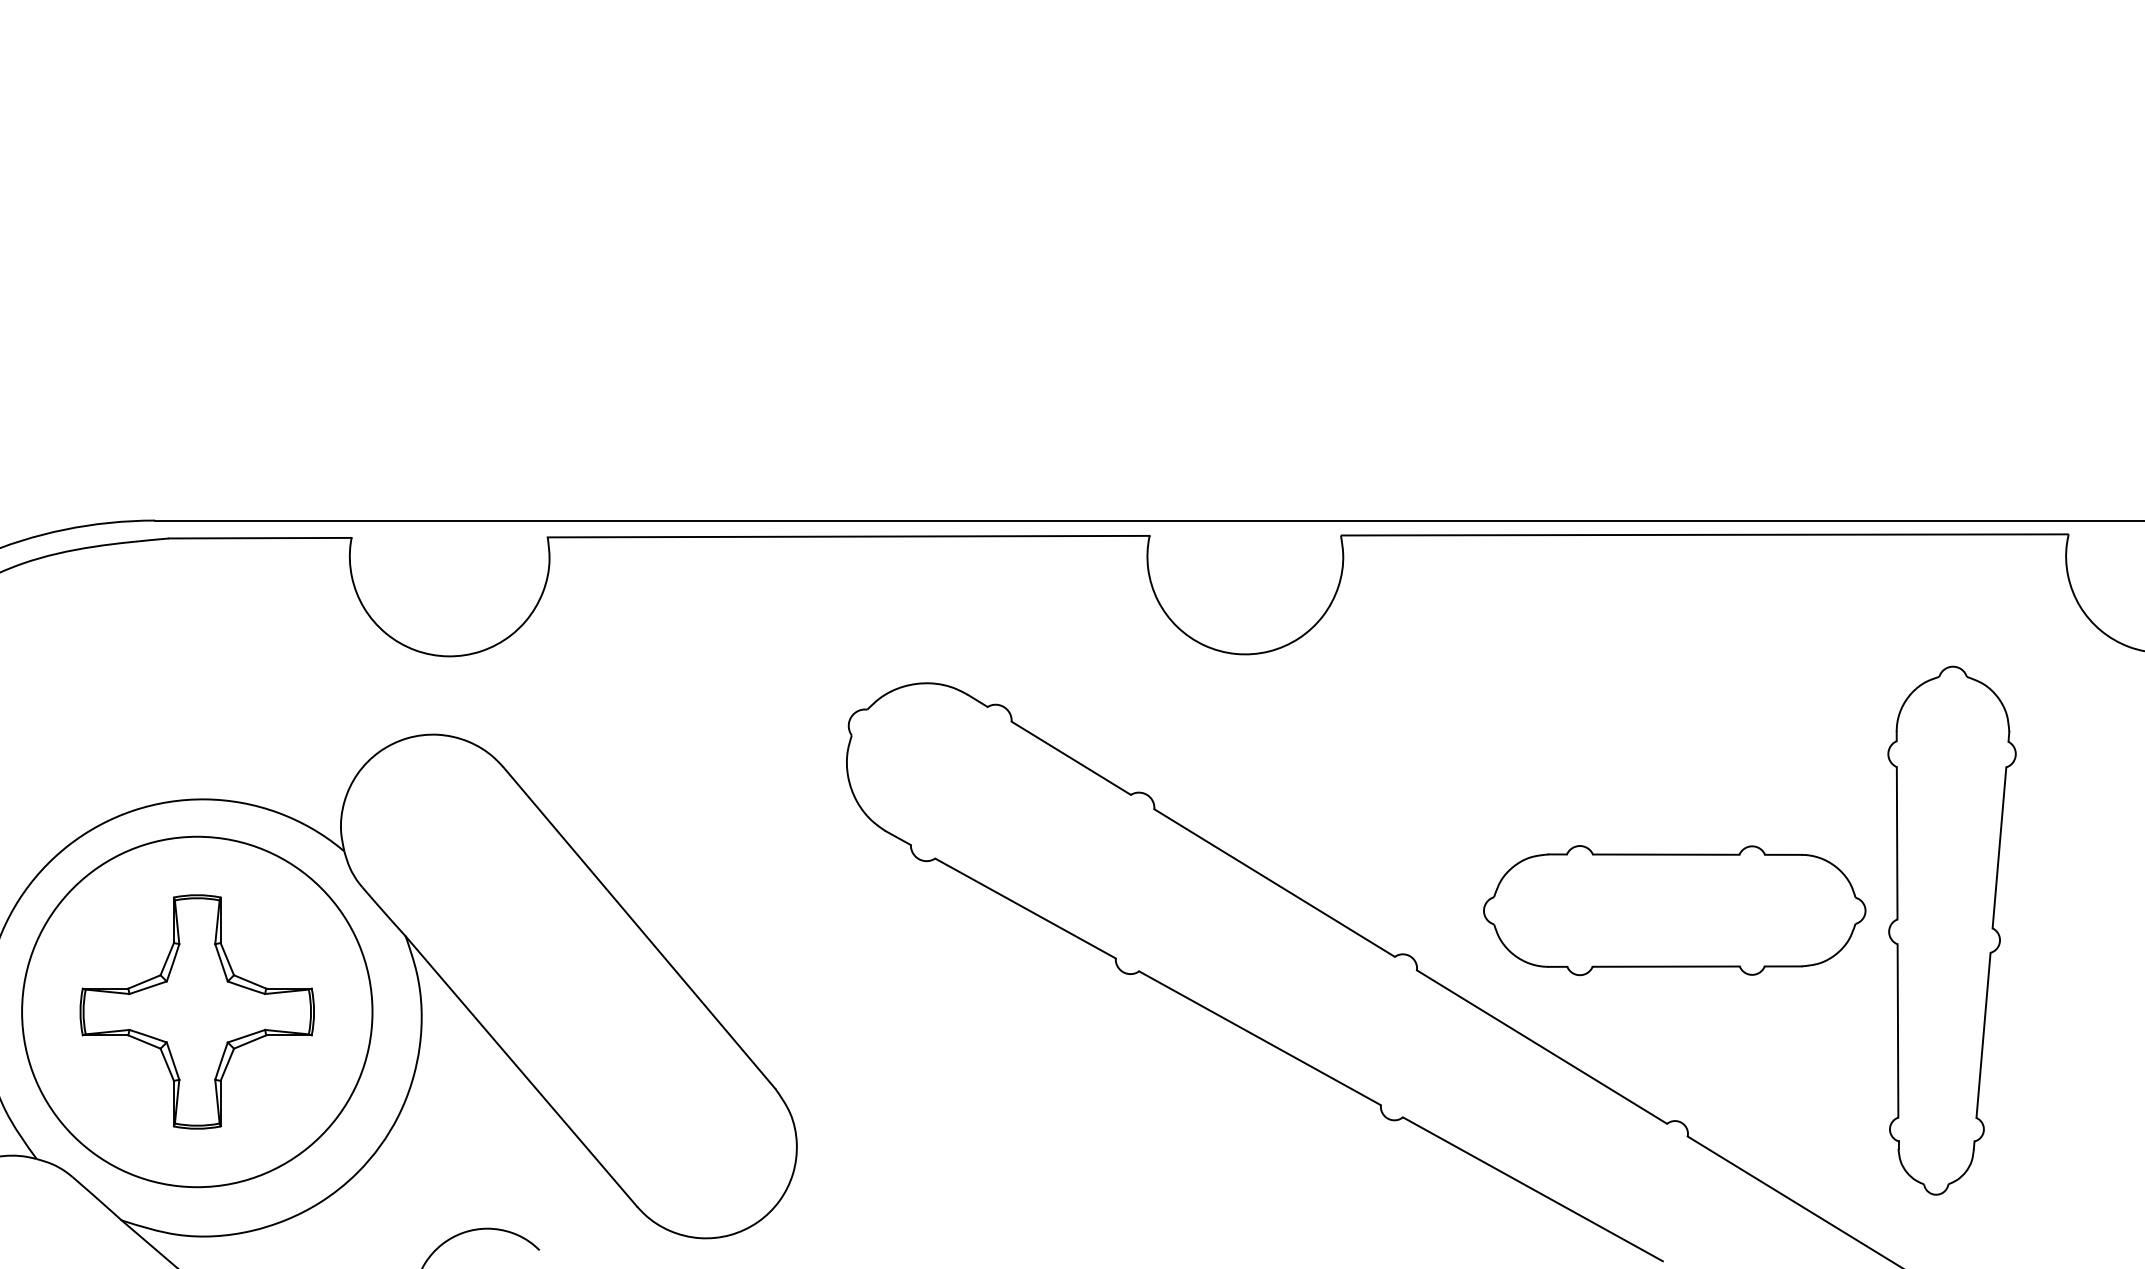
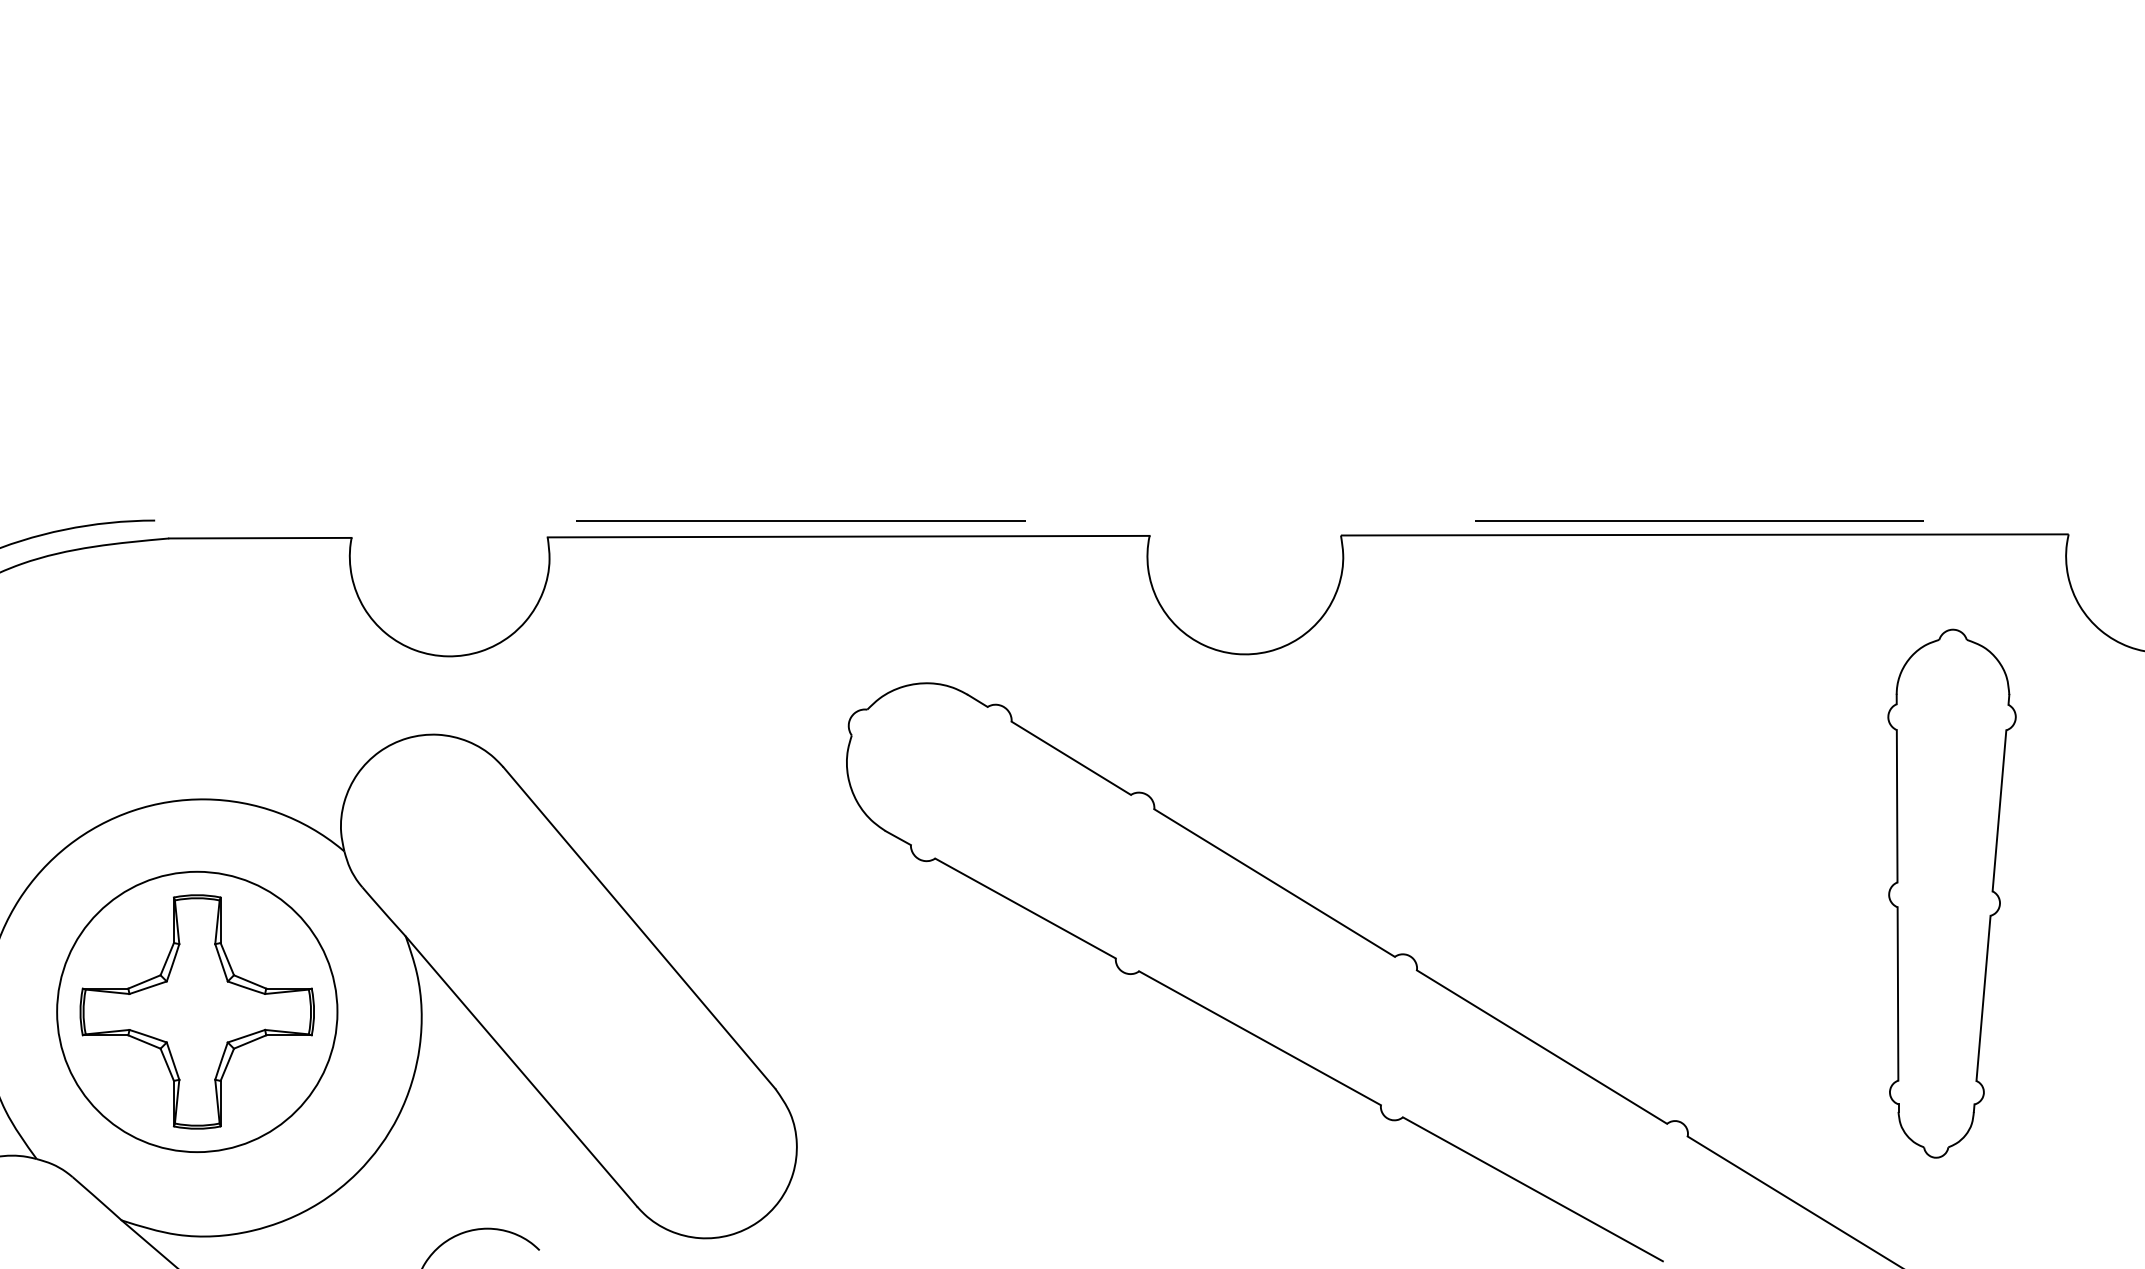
line at (1149, 520): solid -> dashed
part at (1674, 910): present -> none
part at (1951, 930) position: (1951, 930) -> (1951, 893)
circle at (197, 1011) diameter: 350 px -> 280 px
